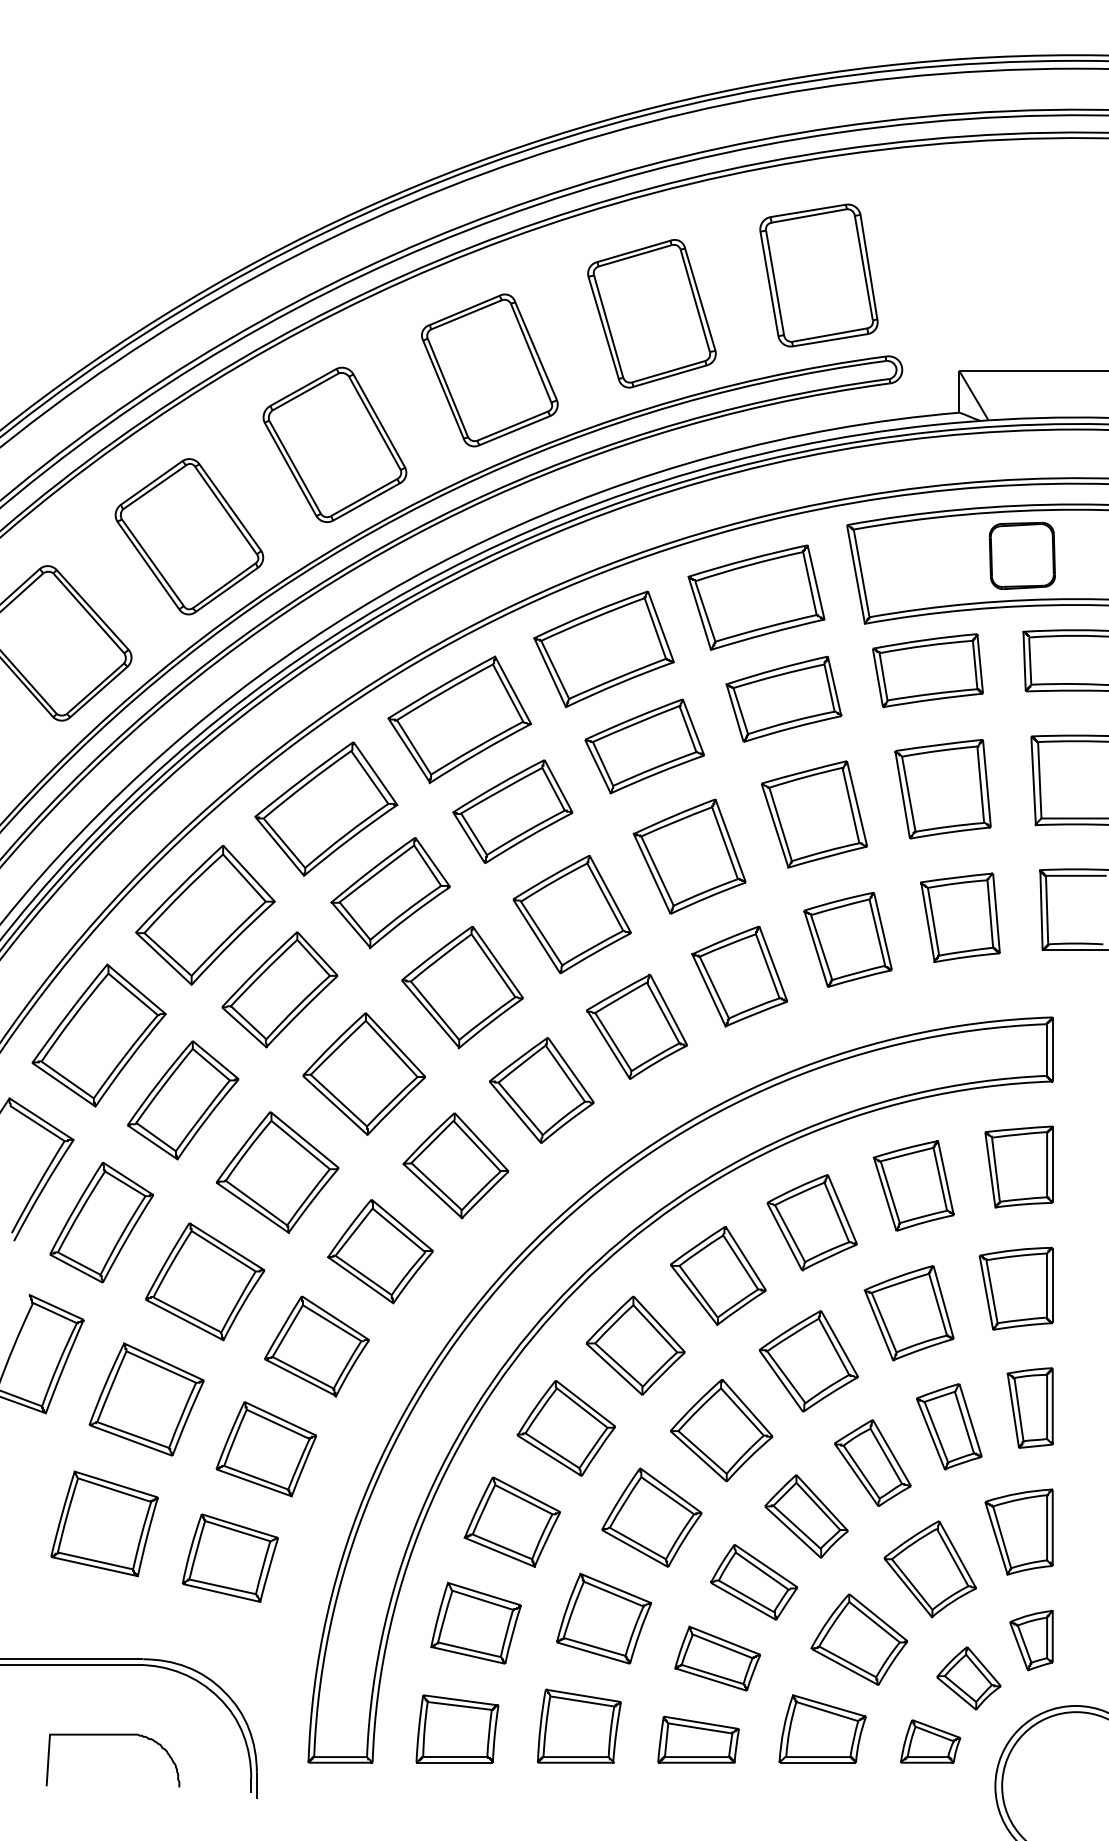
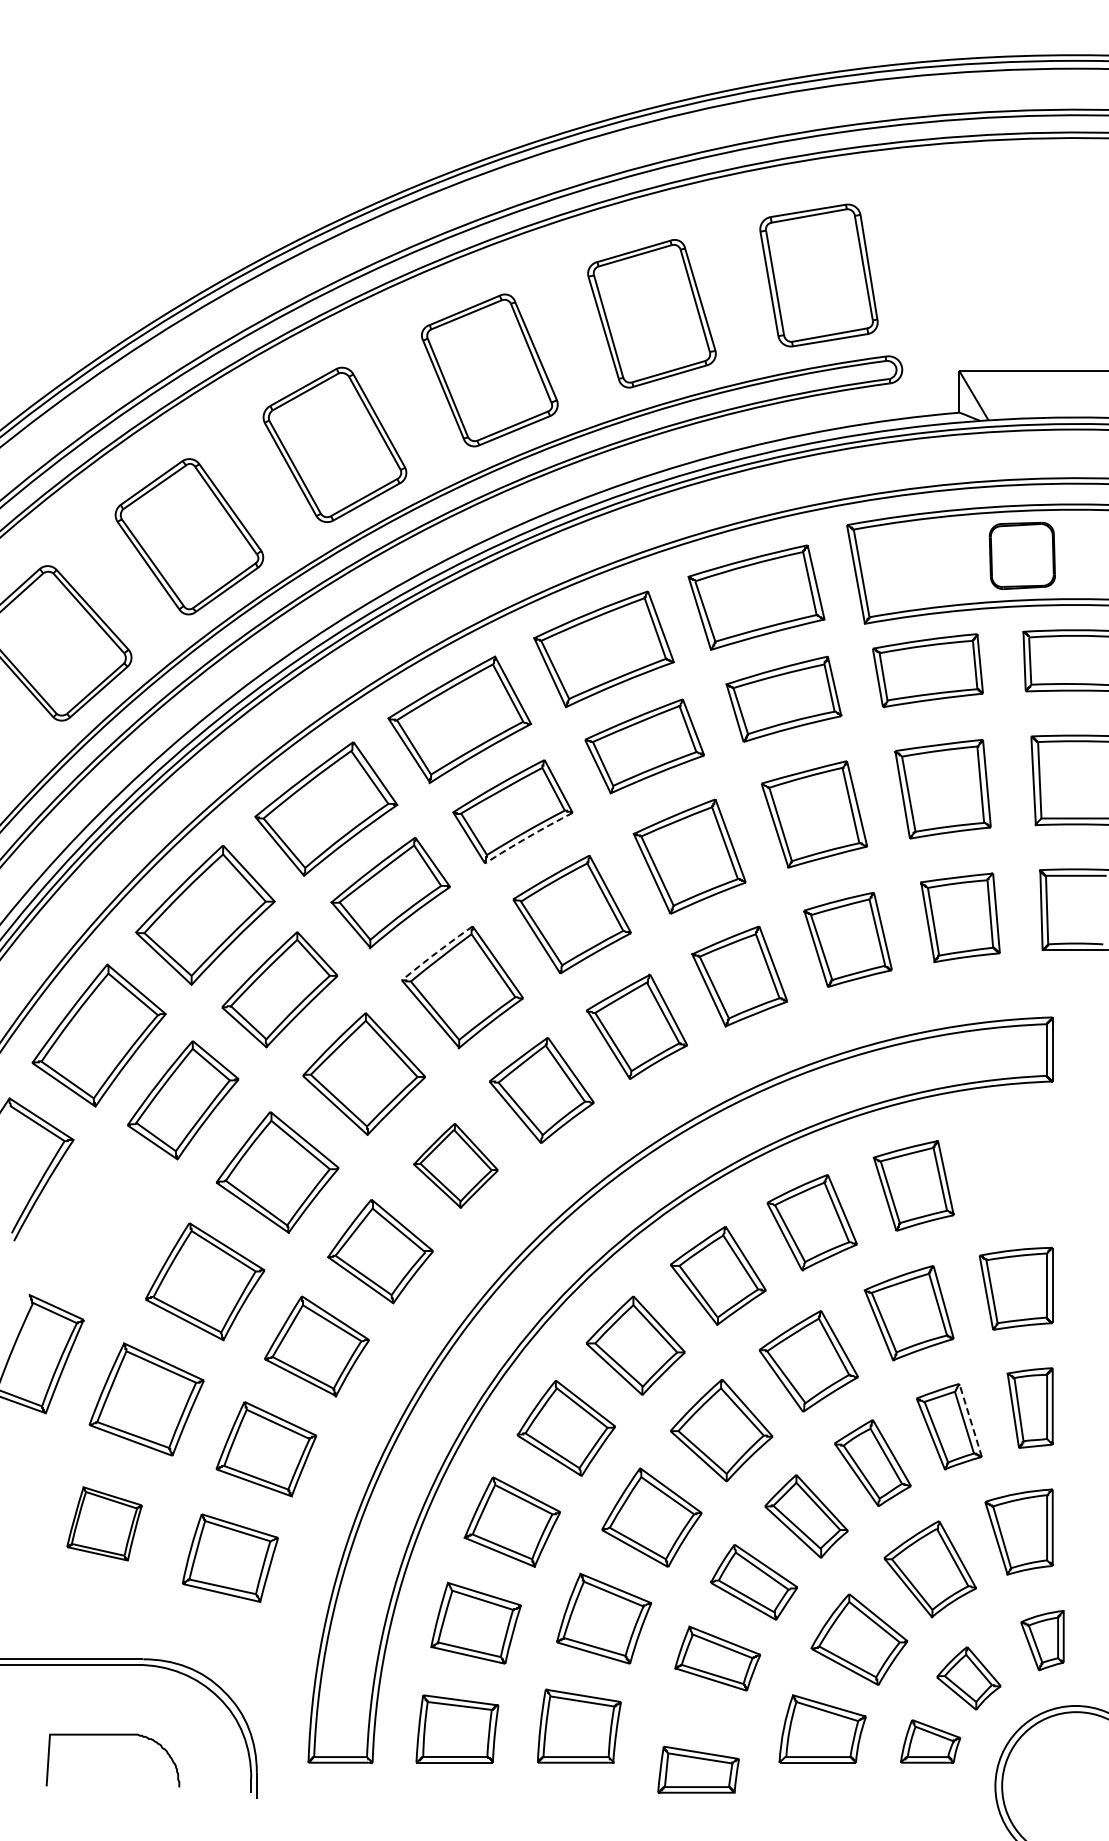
arc at (528, 837): solid -> dashed
arc at (436, 952): solid -> dashed
part at (455, 1165) size: 108x108 px -> 86x86 px
part at (1018, 1166): present -> none
part at (101, 1222): present -> none
line at (970, 1419): solid -> dashed
part at (104, 1523) size: 109x108 px -> 77x76 px
part at (1031, 1640) position: (1031, 1640) -> (1042, 1640)
part at (698, 1739) position: (698, 1739) -> (698, 1769)
